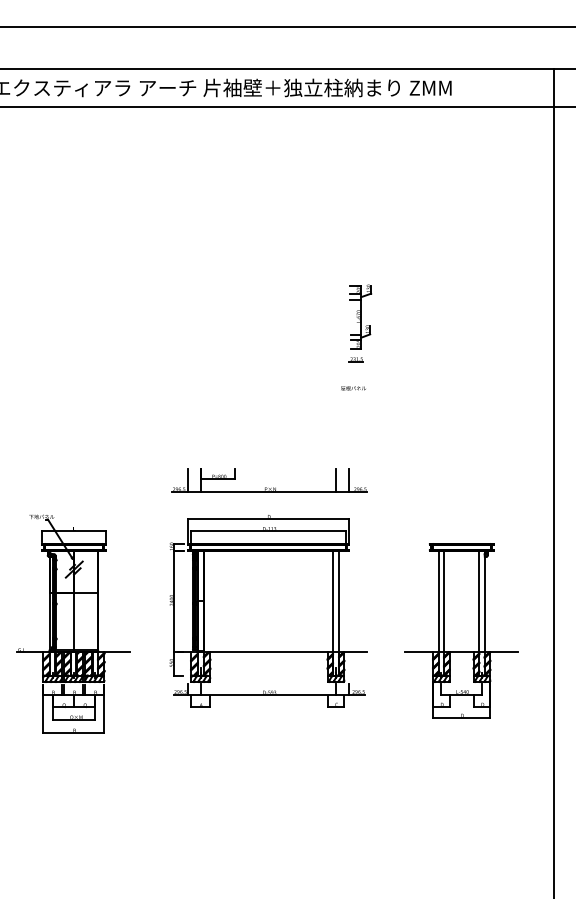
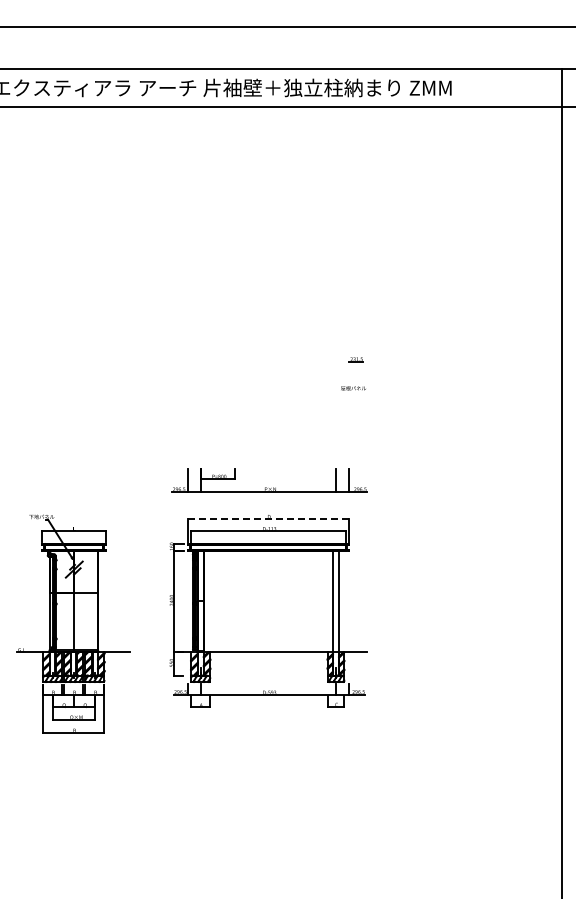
part at (360, 316): present -> none
line at (553, 482) position: (553, 482) -> (561, 482)
line at (268, 518): solid -> dashed
part at (461, 630): present -> none
